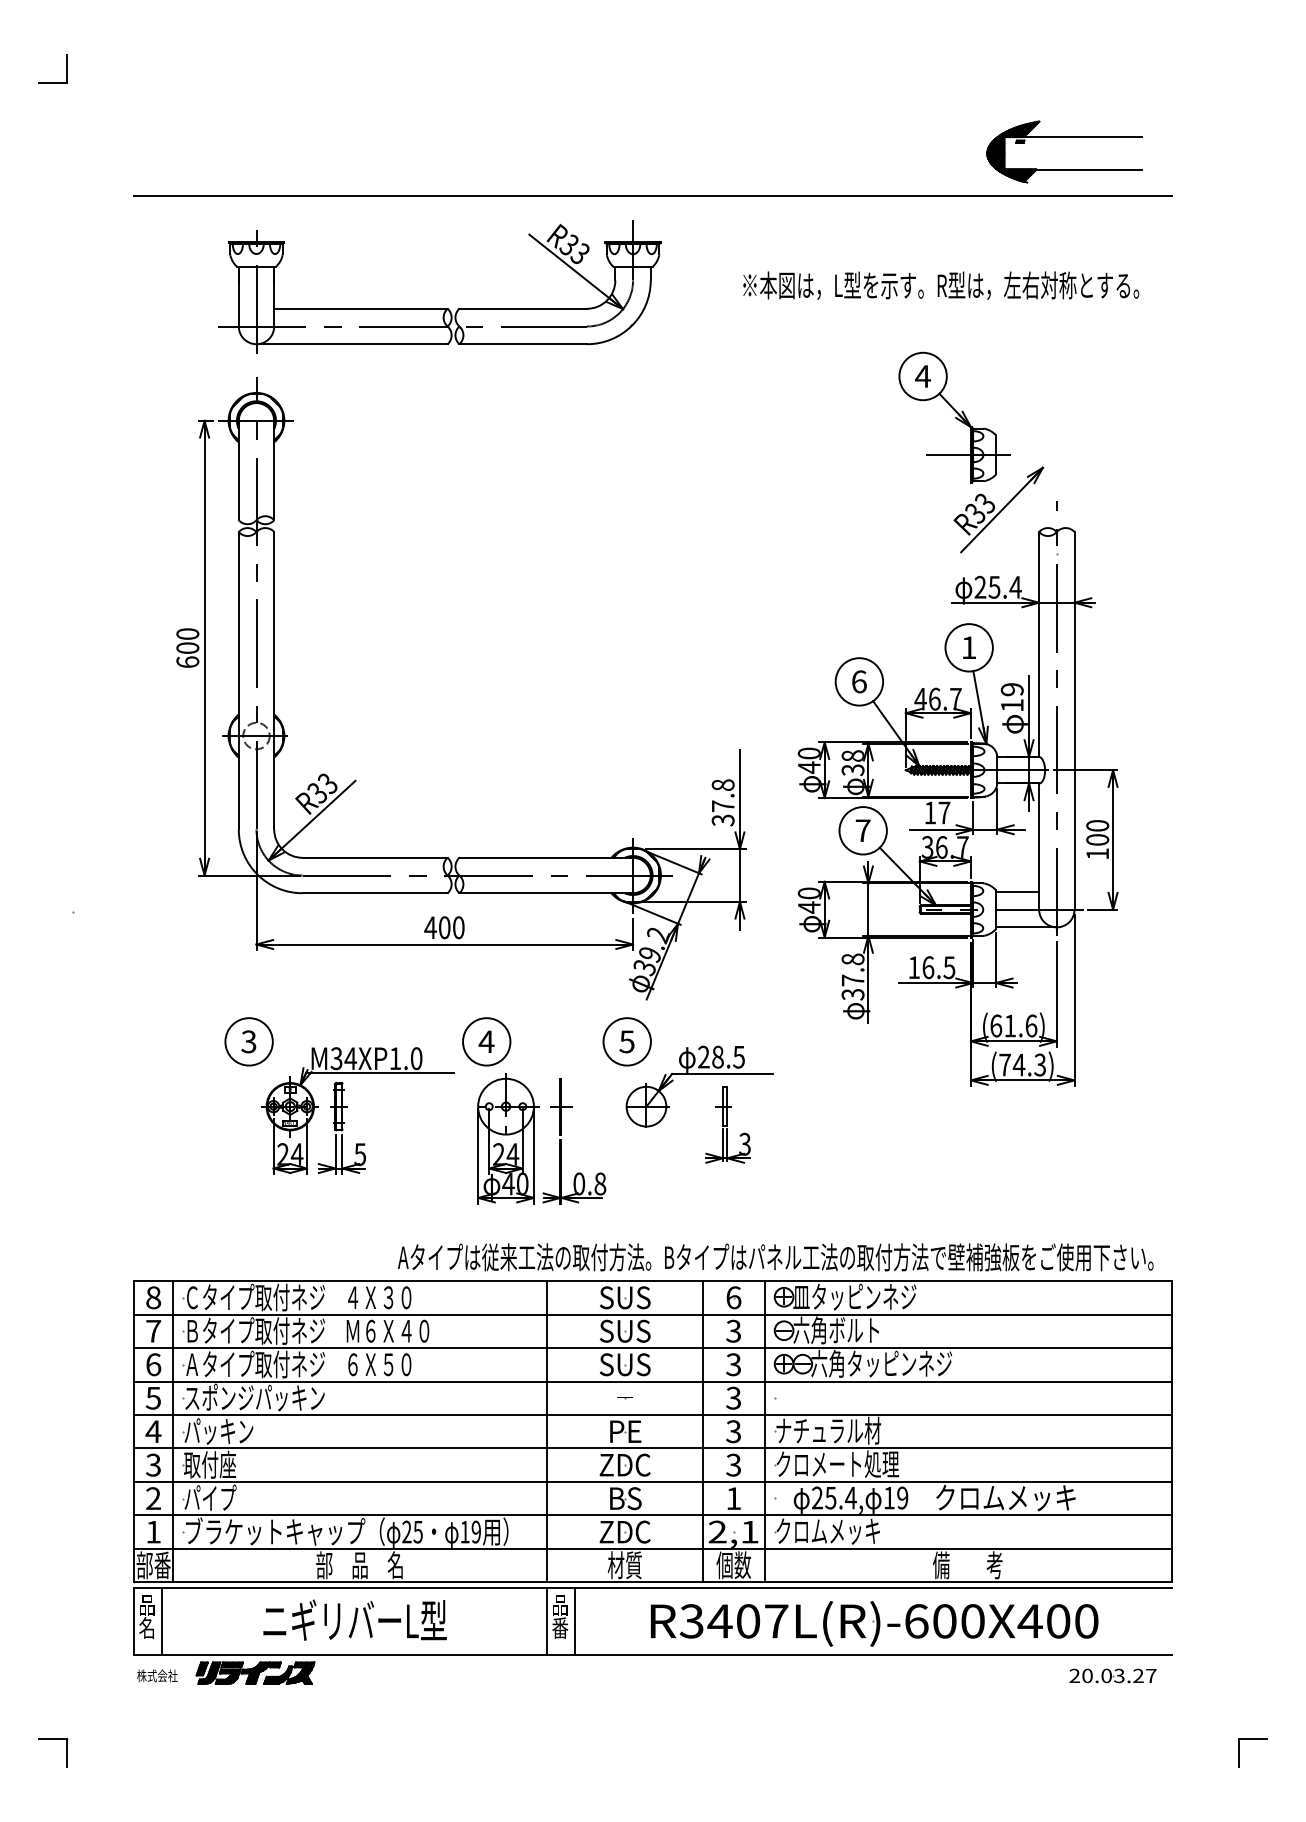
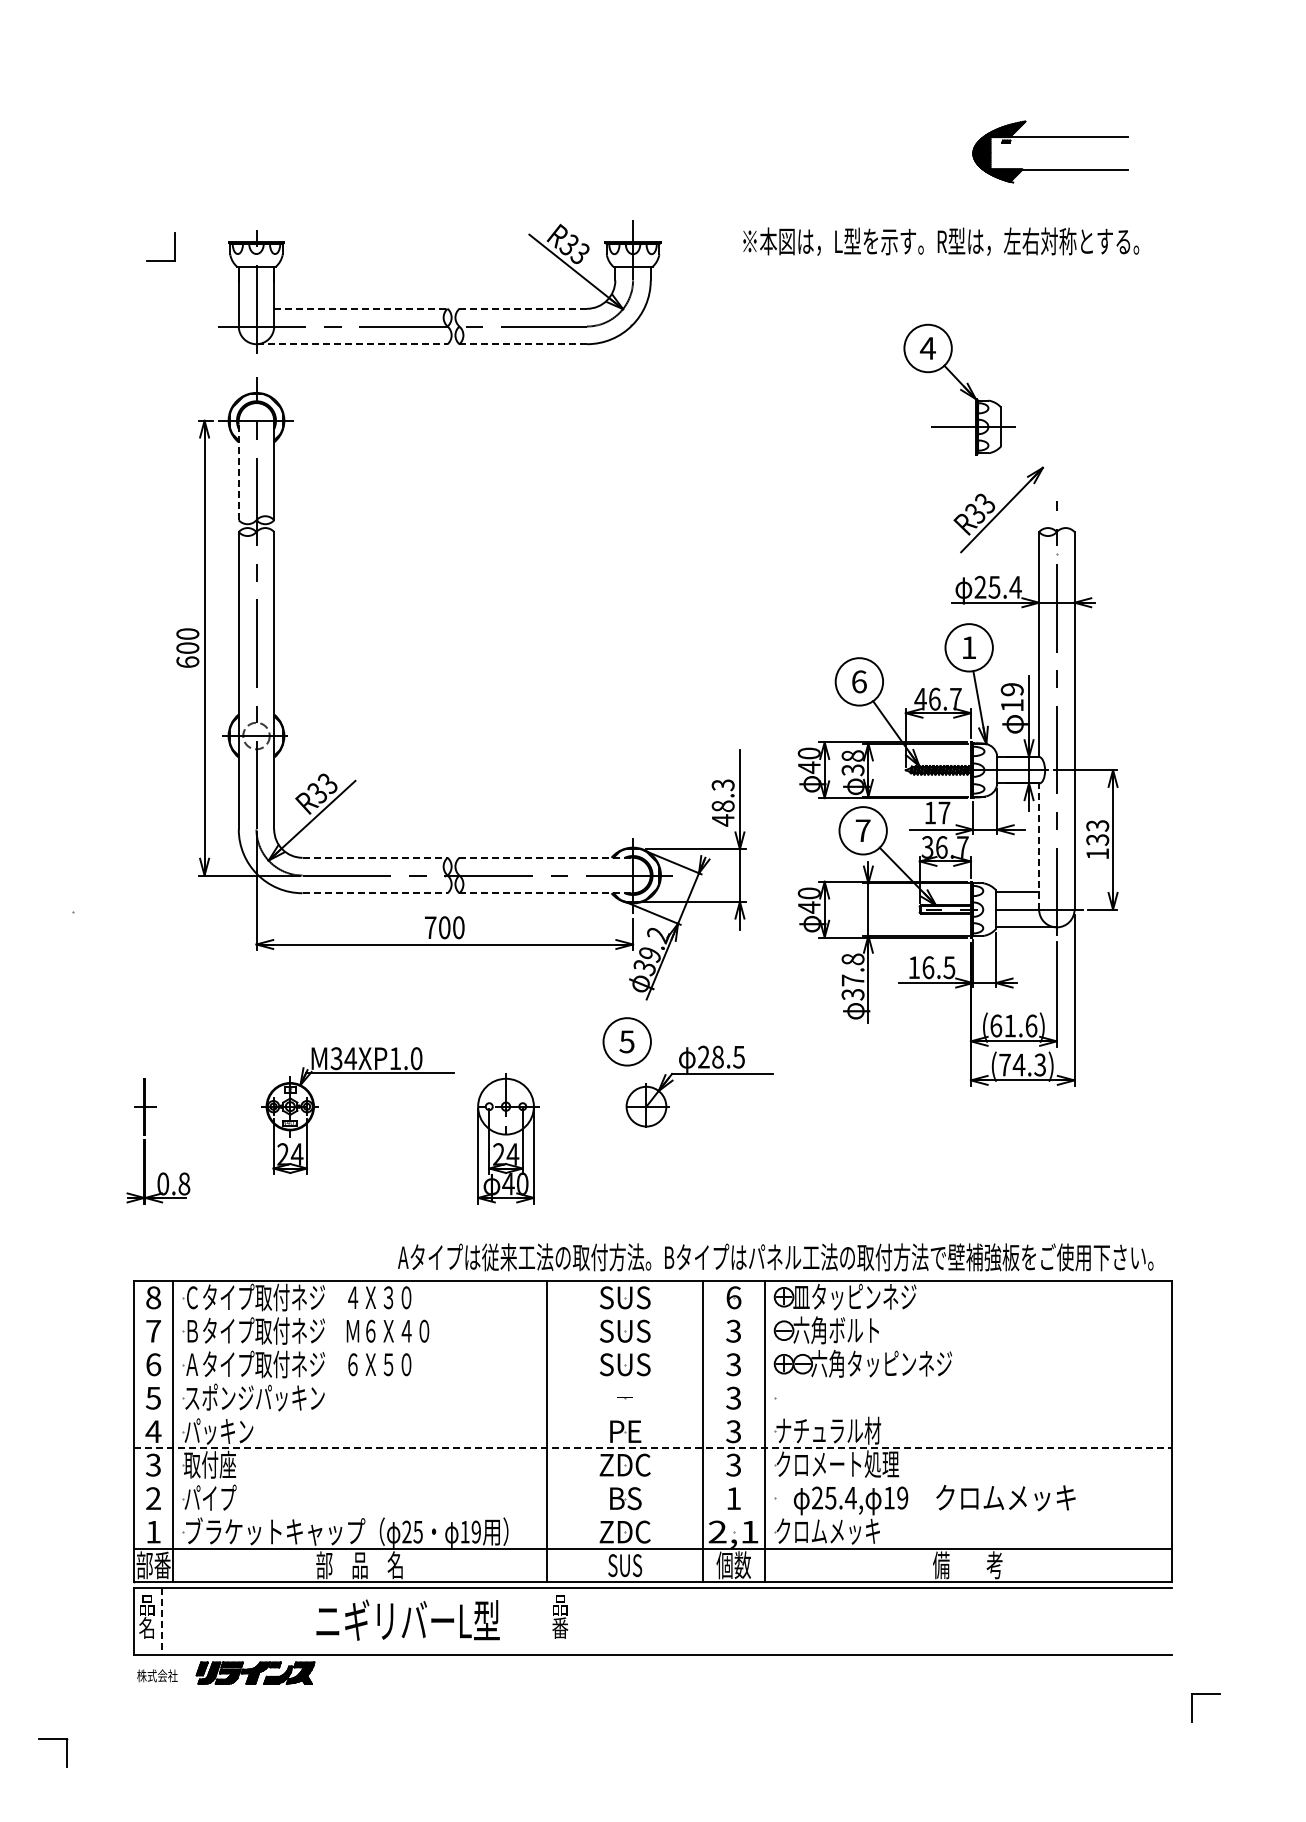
part at (66, 68) position: (66, 68) -> (174, 246)
part at (1064, 137) position: (1064, 137) -> (1050, 137)
line at (652, 195): present -> none
text at (941, 285) position: (941, 285) -> (941, 241)
line at (360, 308): solid -> dashed
line at (523, 308): solid -> dashed
line at (352, 344): solid -> dashed
line at (523, 344): solid -> dashed
part at (954, 417) position: (954, 417) -> (959, 389)
line at (238, 470): solid -> dashed
text at (722, 802): 37.8 -> 48.3
text at (1097, 832): 100 -> 133
line at (1039, 846): solid -> dashed
line at (375, 857): solid -> dashed
line at (546, 857): solid -> dashed
line at (375, 893): solid -> dashed
line at (546, 893): solid -> dashed
text at (430, 927): 400 -> 700
part at (248, 1041): present -> none
part at (486, 1041): present -> none
part at (727, 1124): present -> none
part at (341, 1127): present -> none
part at (561, 1141) position: (561, 1141) -> (145, 1141)
line at (652, 1314): present -> none
line at (652, 1348): present -> none
line at (652, 1381): present -> none
line at (652, 1414): present -> none
line at (652, 1448): solid -> dashed
line at (652, 1481): present -> none
line at (652, 1515): present -> none
text at (624, 1565): 材質 -> SUS
part at (354, 1619) position: (354, 1619) -> (407, 1619)
line at (547, 1620): present -> none
line at (574, 1620): present -> none
line at (162, 1621): solid -> dashed
part at (874, 1623): present -> none
part at (1112, 1675): present -> none
part at (1252, 1739) position: (1252, 1739) -> (1205, 1694)
